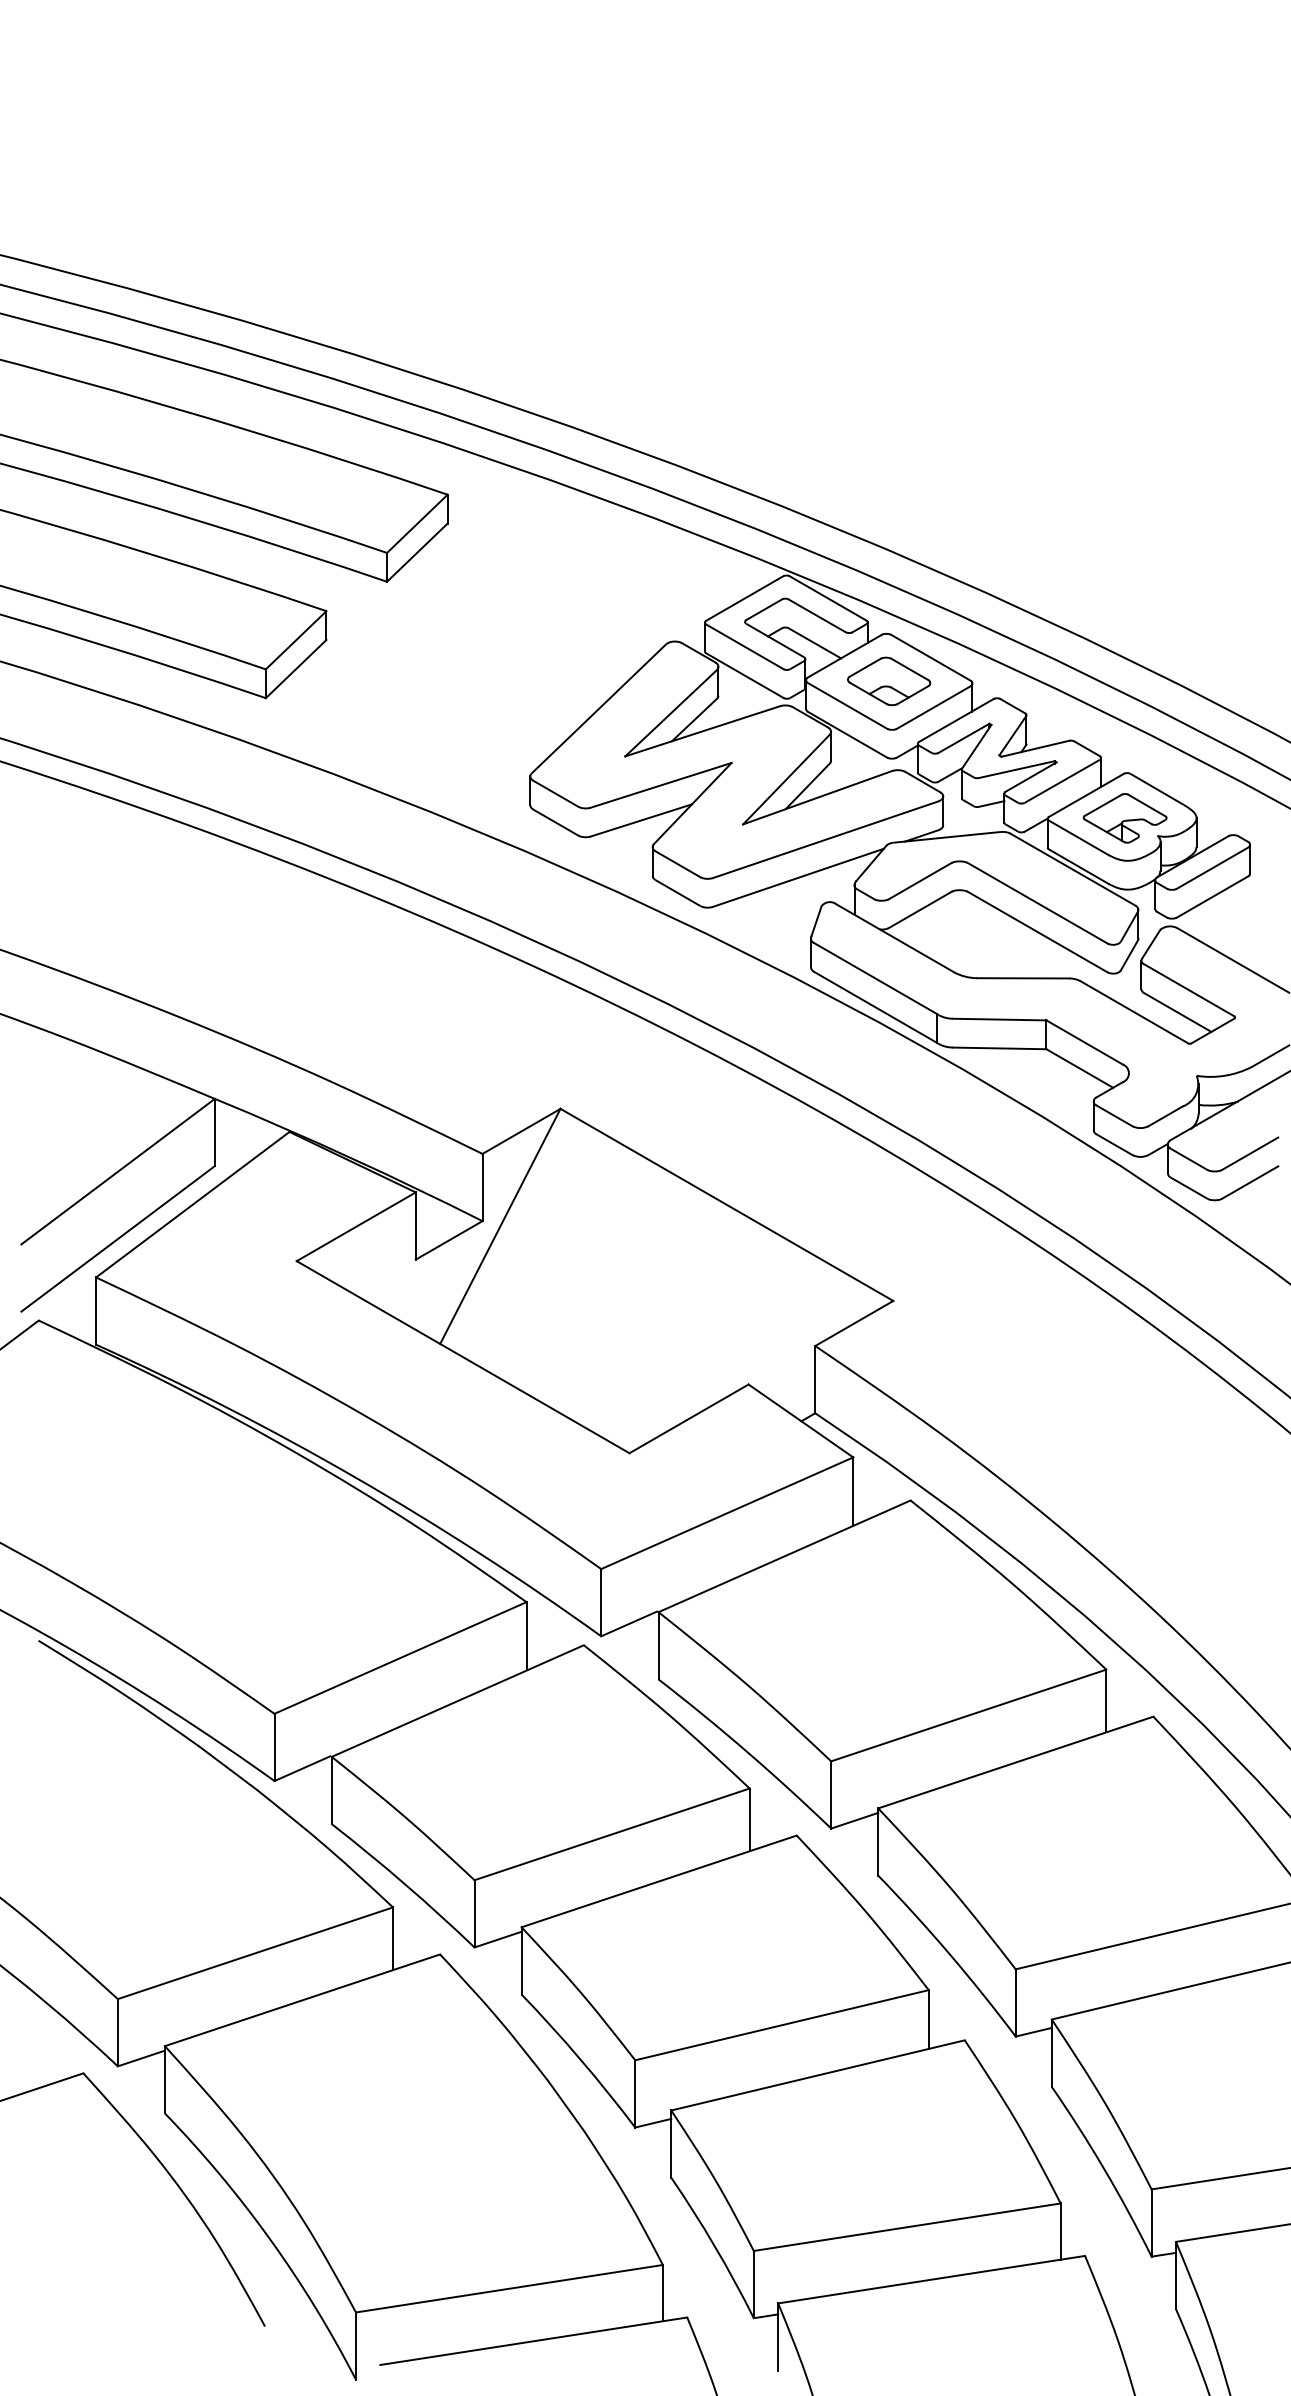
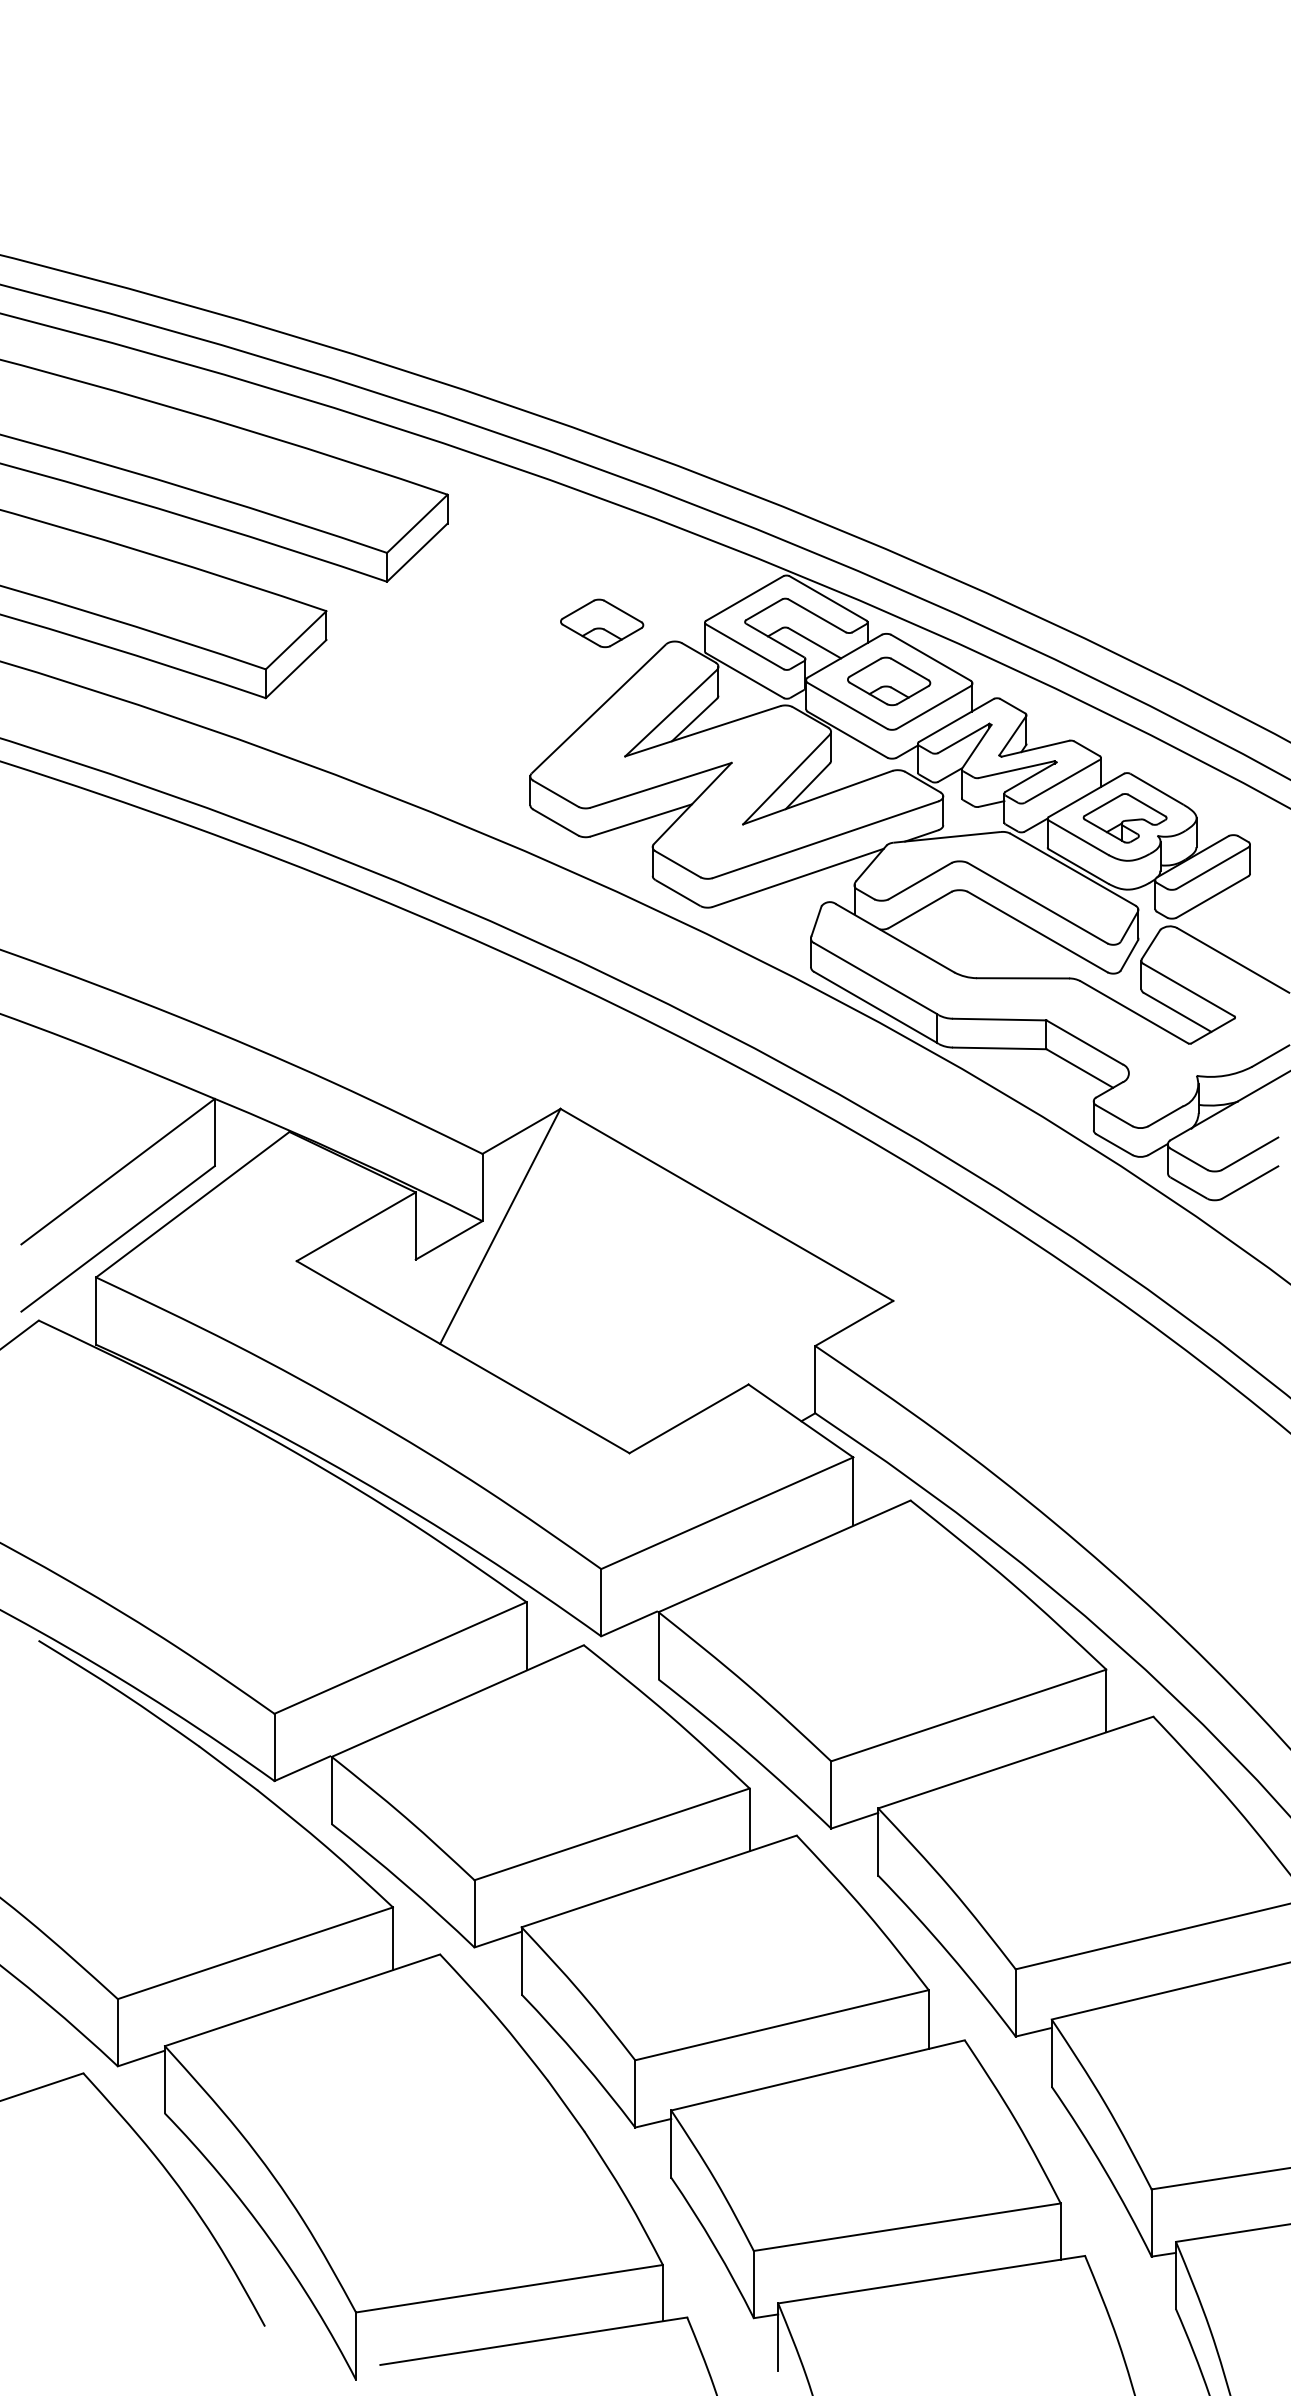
part at (602, 623): none -> present
